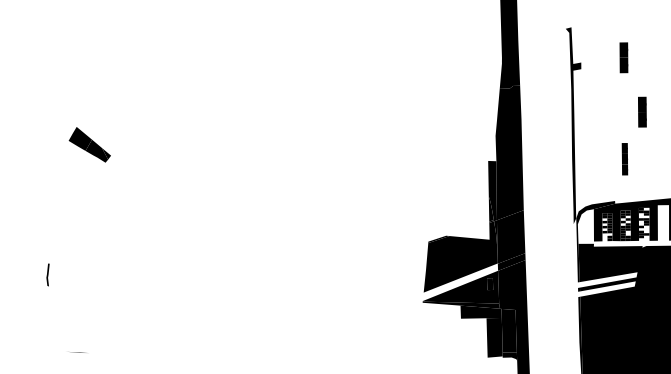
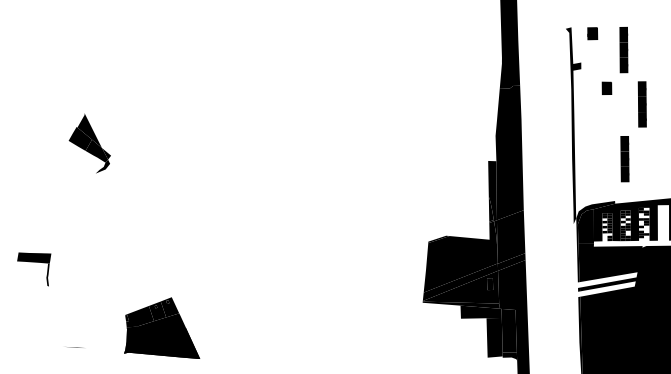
part at (592, 33): none -> present
fill at (623, 34): none -> present
part at (606, 87): none -> present
fill at (641, 88): none -> present
fill at (89, 130): none -> present
part at (624, 159) size: 8x33 px -> 10x47 px
fill at (102, 166): none -> present
fill at (585, 226): none -> present
fill at (34, 257): none -> present
fill at (460, 282): none -> present
part at (162, 327): none -> present
line at (77, 352) position: (77, 352) -> (74, 347)
